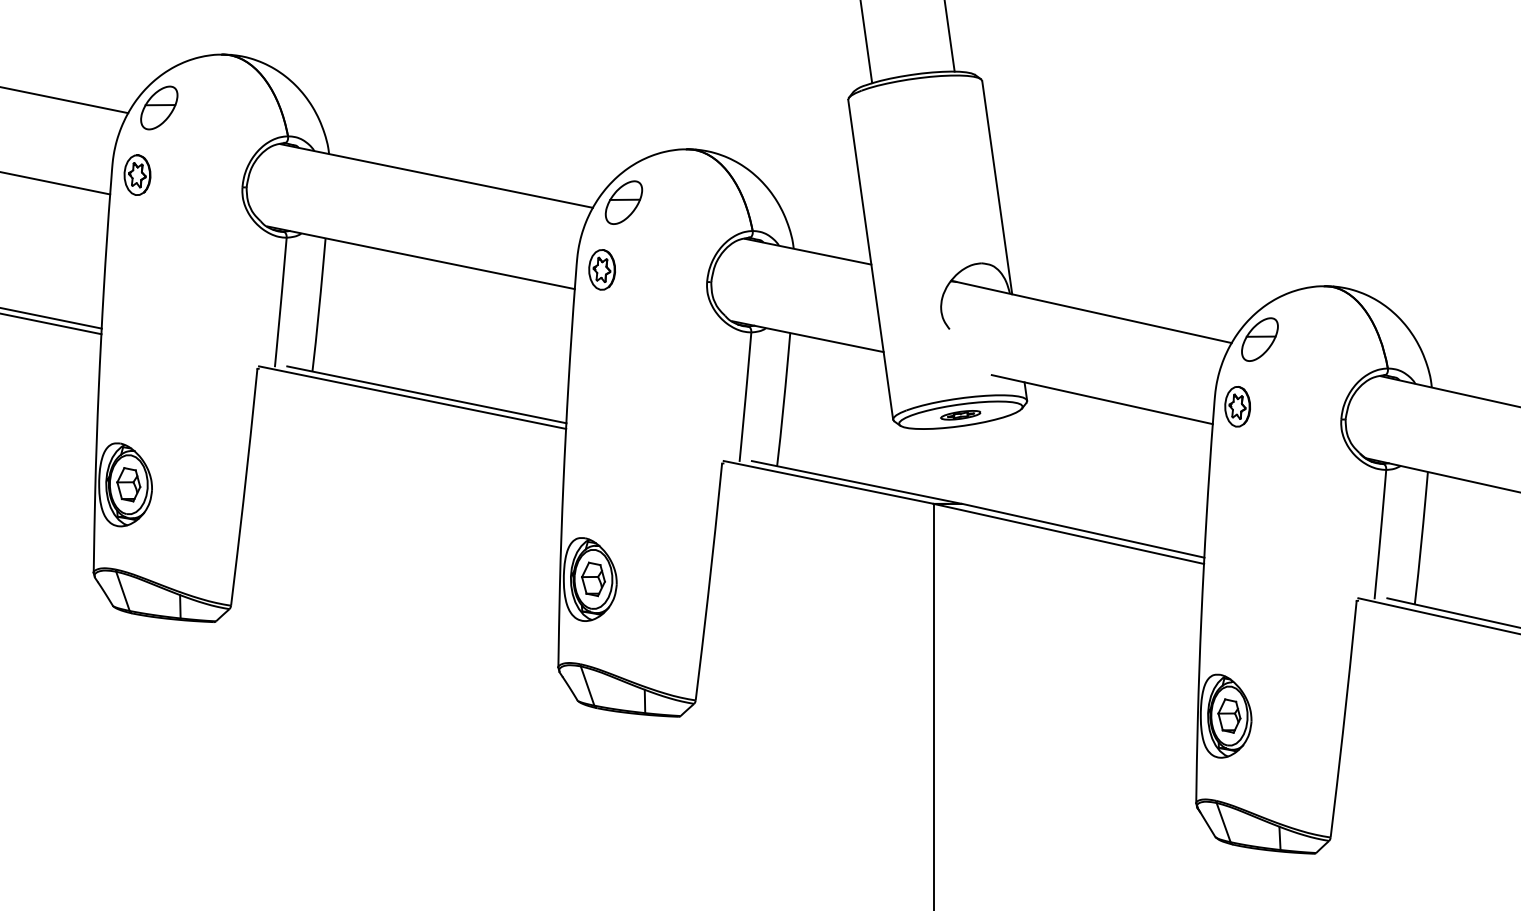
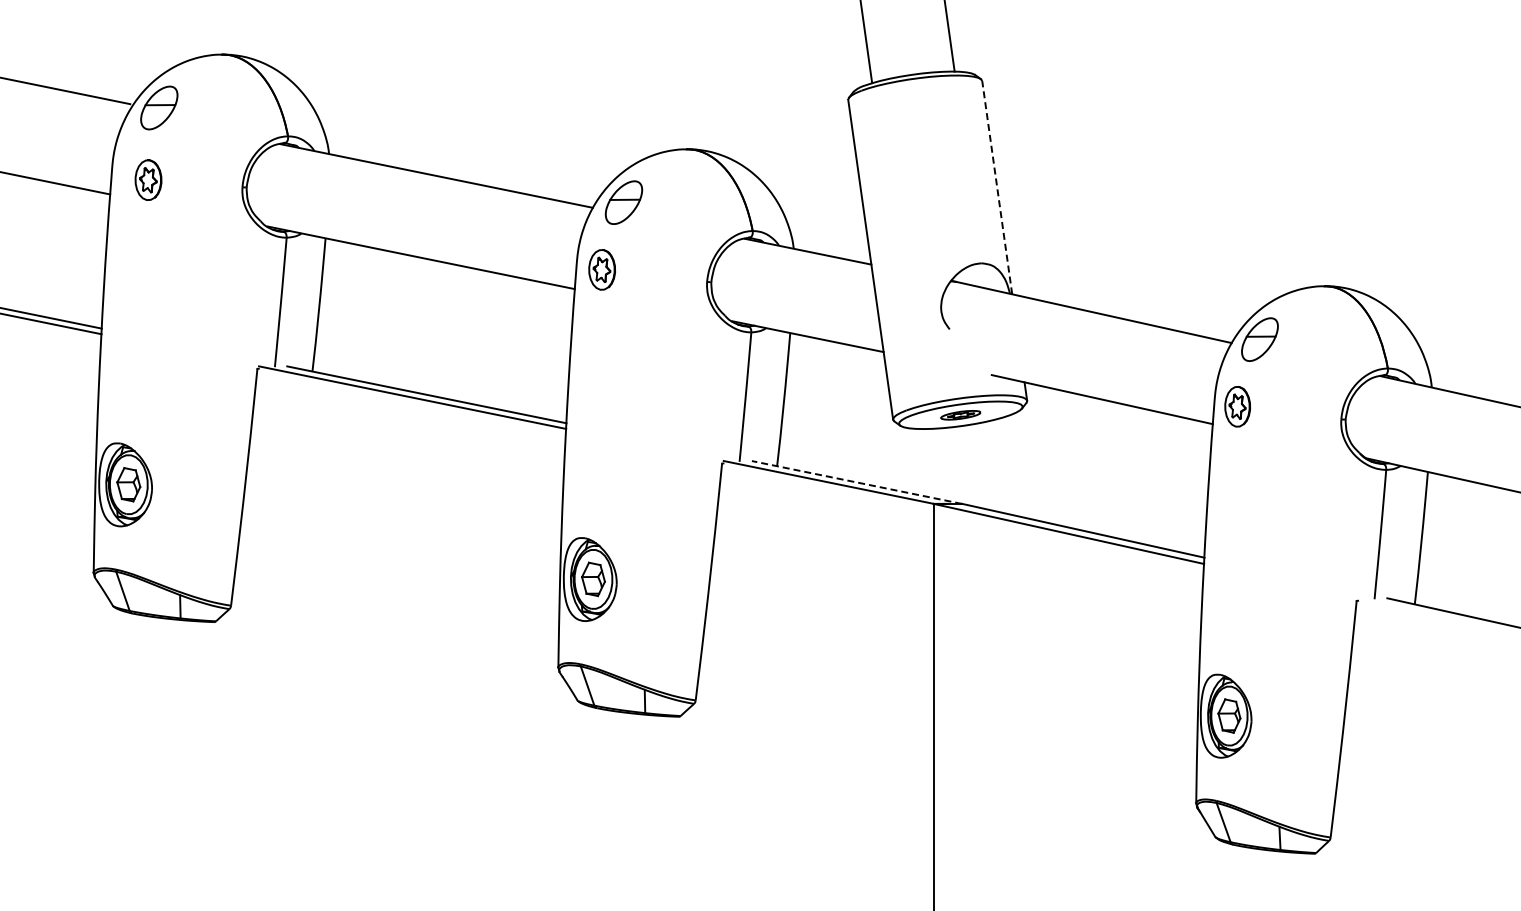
line at (65, 100) position: (65, 100) -> (66, 91)
part at (137, 174) position: (137, 174) -> (148, 179)
line at (997, 187): solid -> dashed
line at (856, 482): solid -> dashed
line at (1437, 615): present -> none
